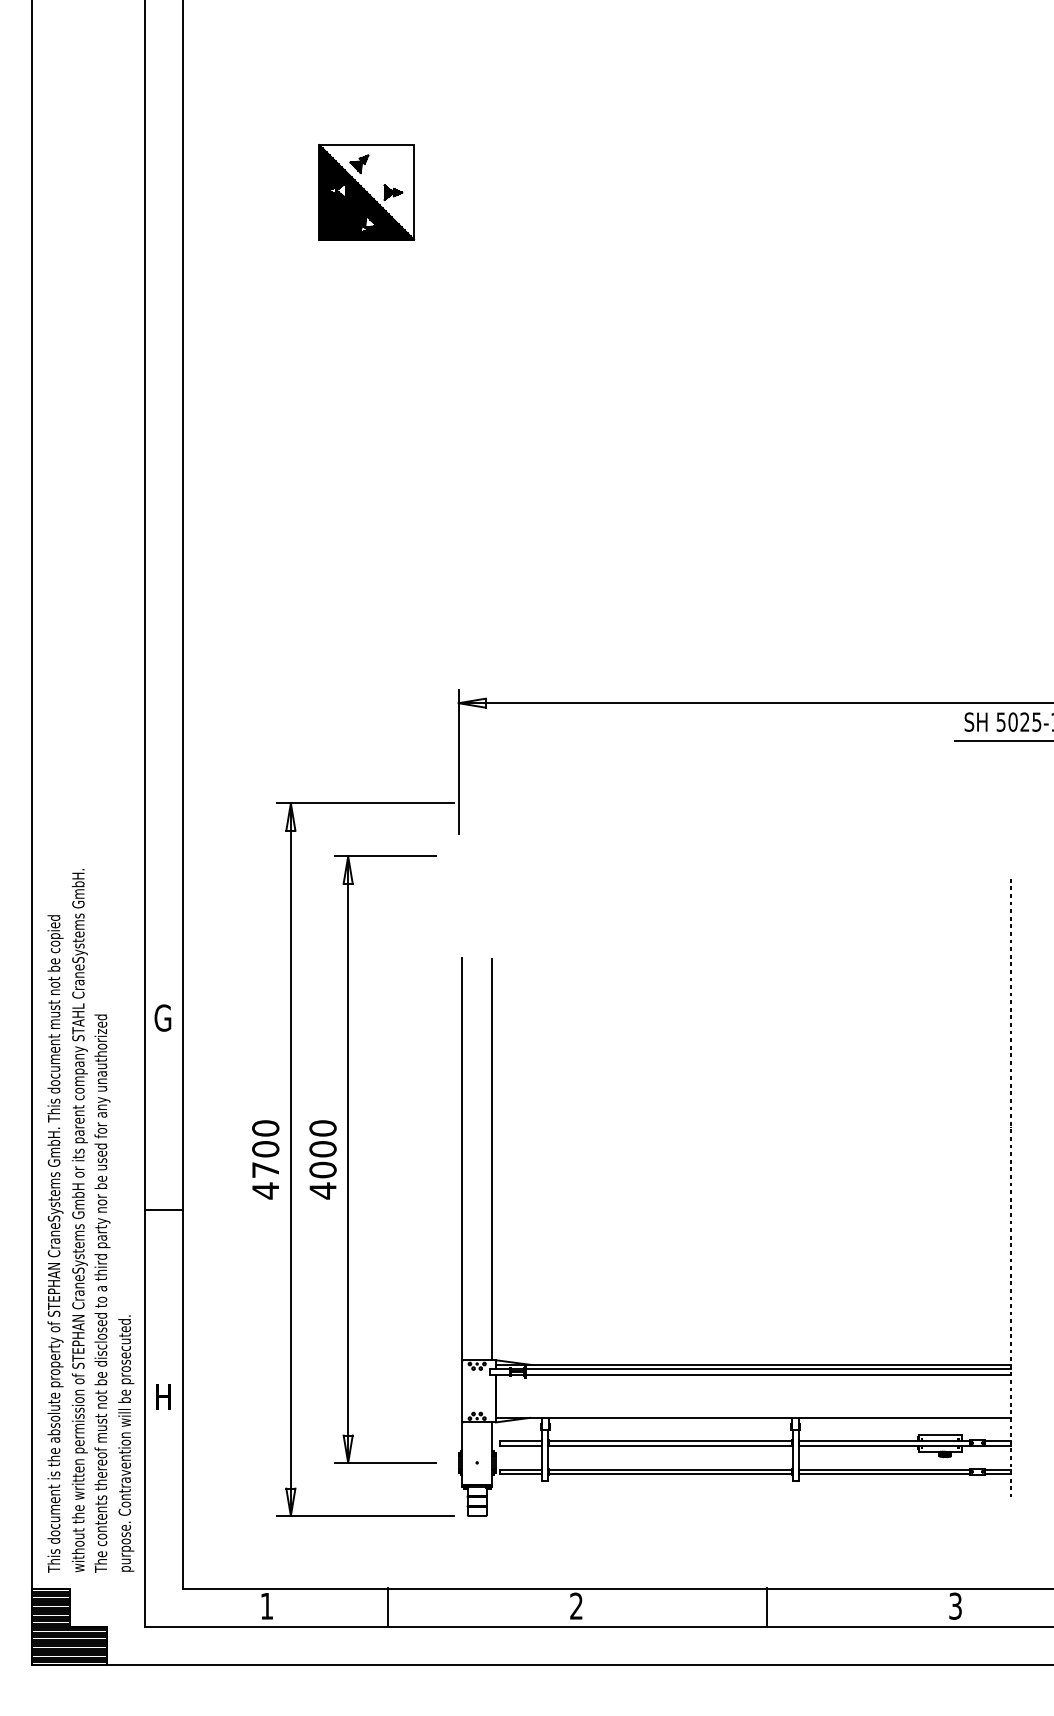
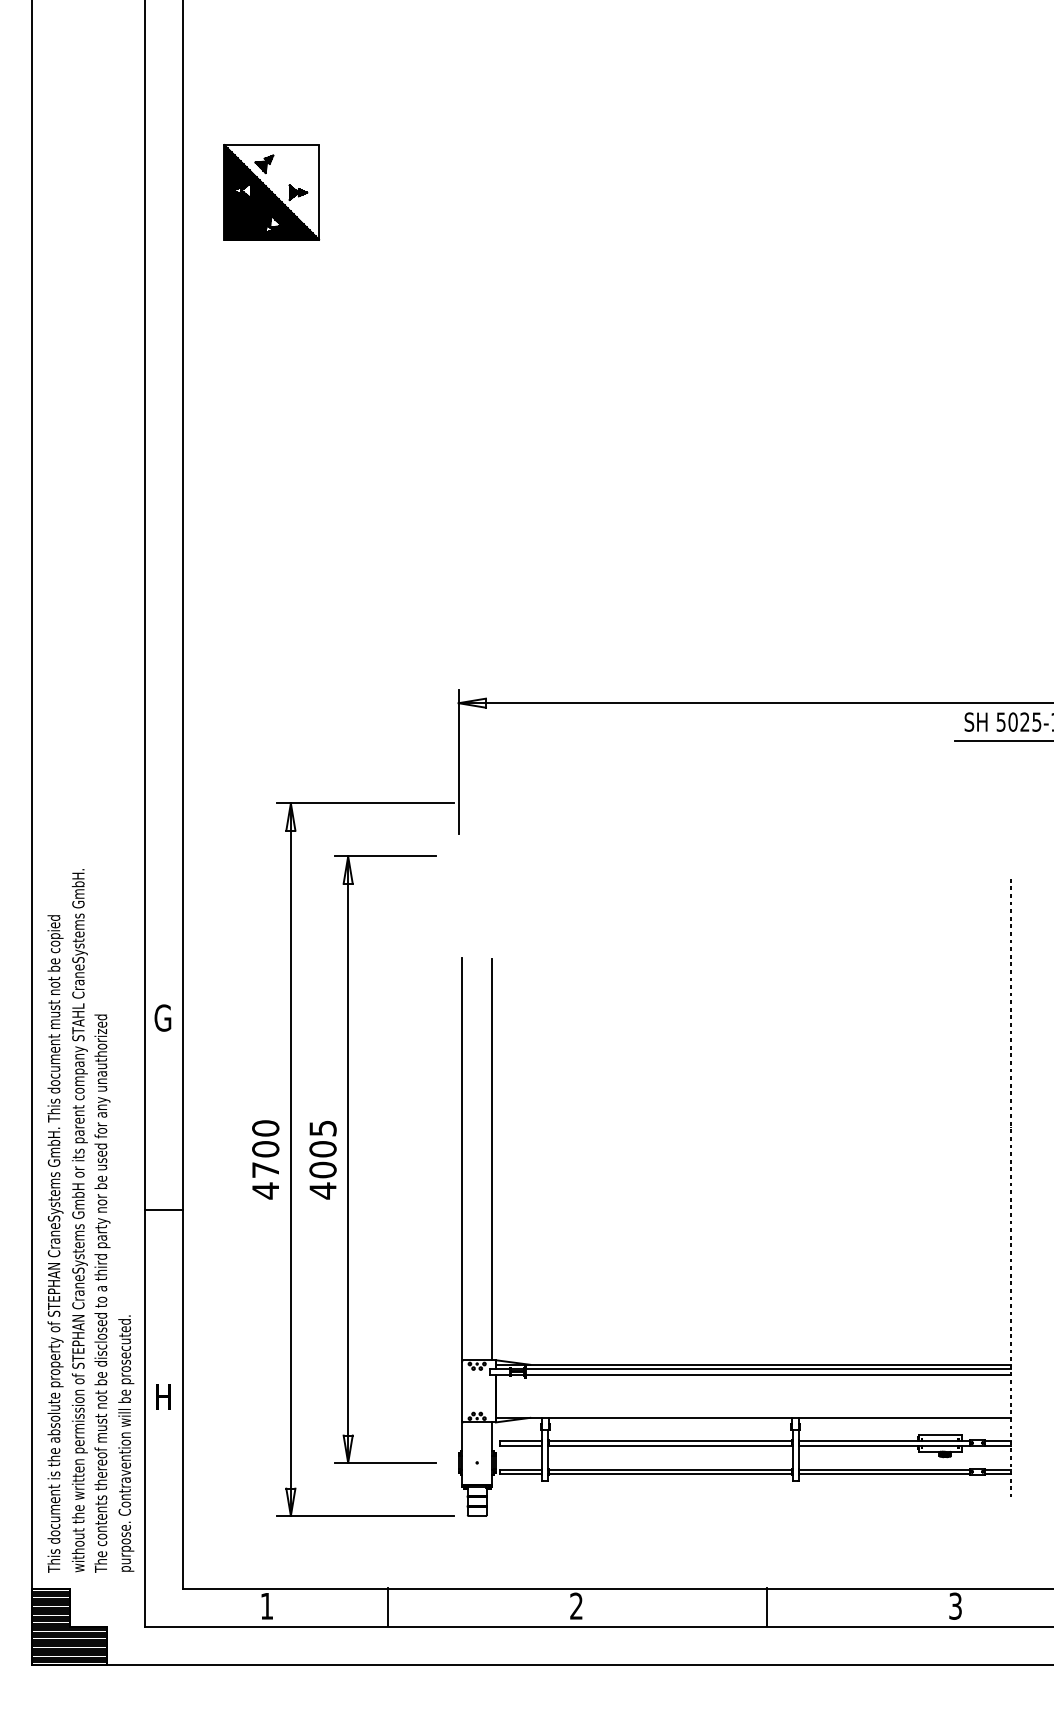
part at (366, 192) position: (366, 192) -> (271, 192)
text at (322, 1128): 4000 -> 4005
